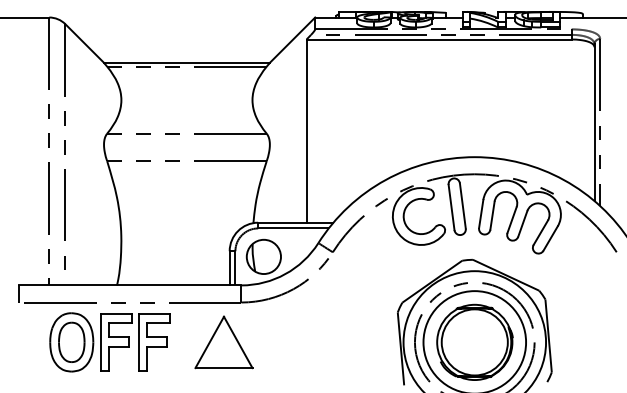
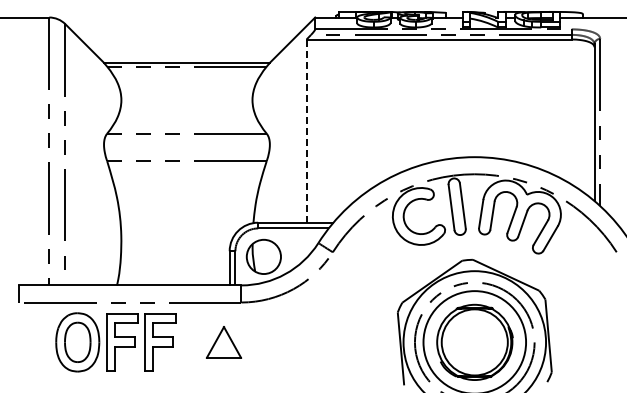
line at (306, 131): solid -> dashed
part at (109, 342) position: (109, 342) -> (115, 342)
part at (223, 342) size: 60x55 px -> 37x33 px
